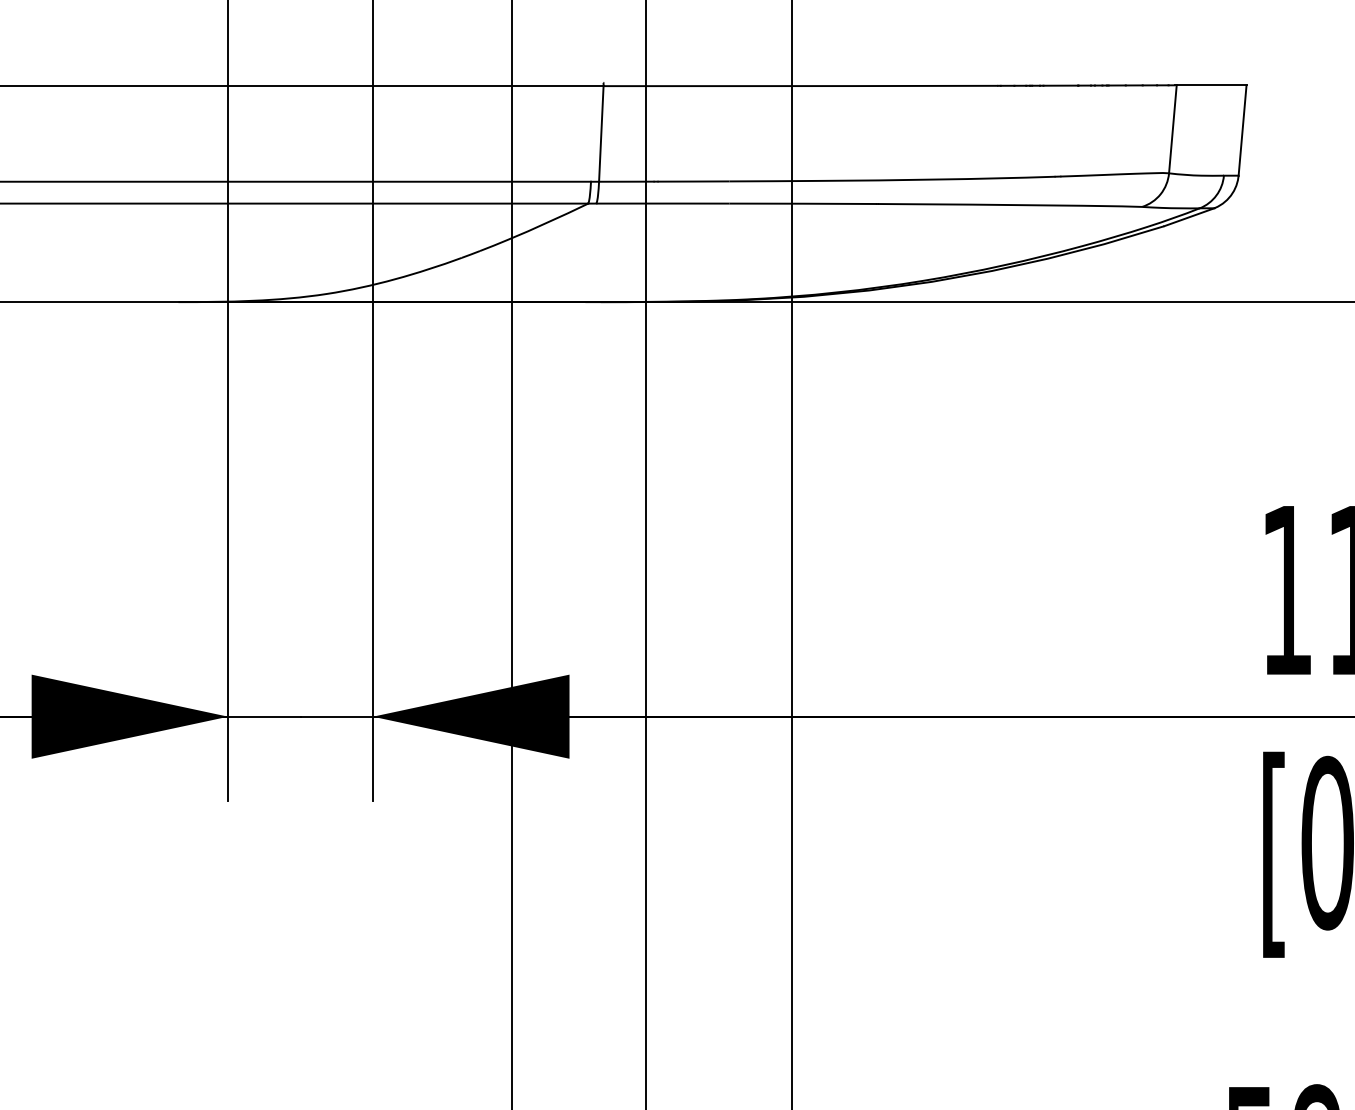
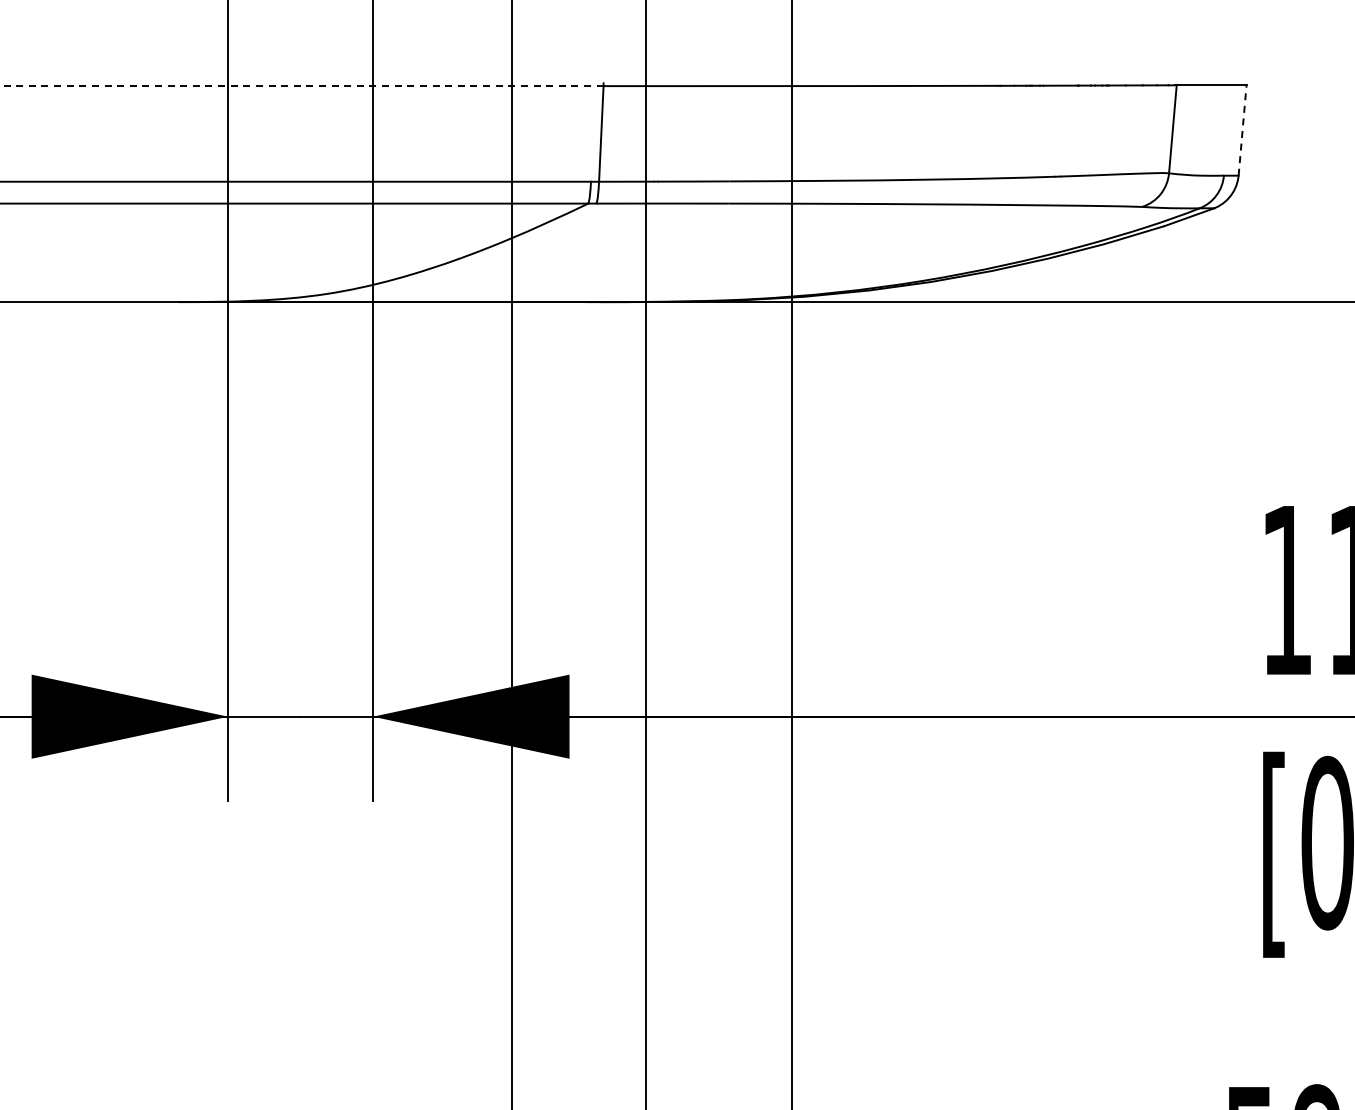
line at (301, 86): solid -> dashed
line at (1242, 130): solid -> dashed
